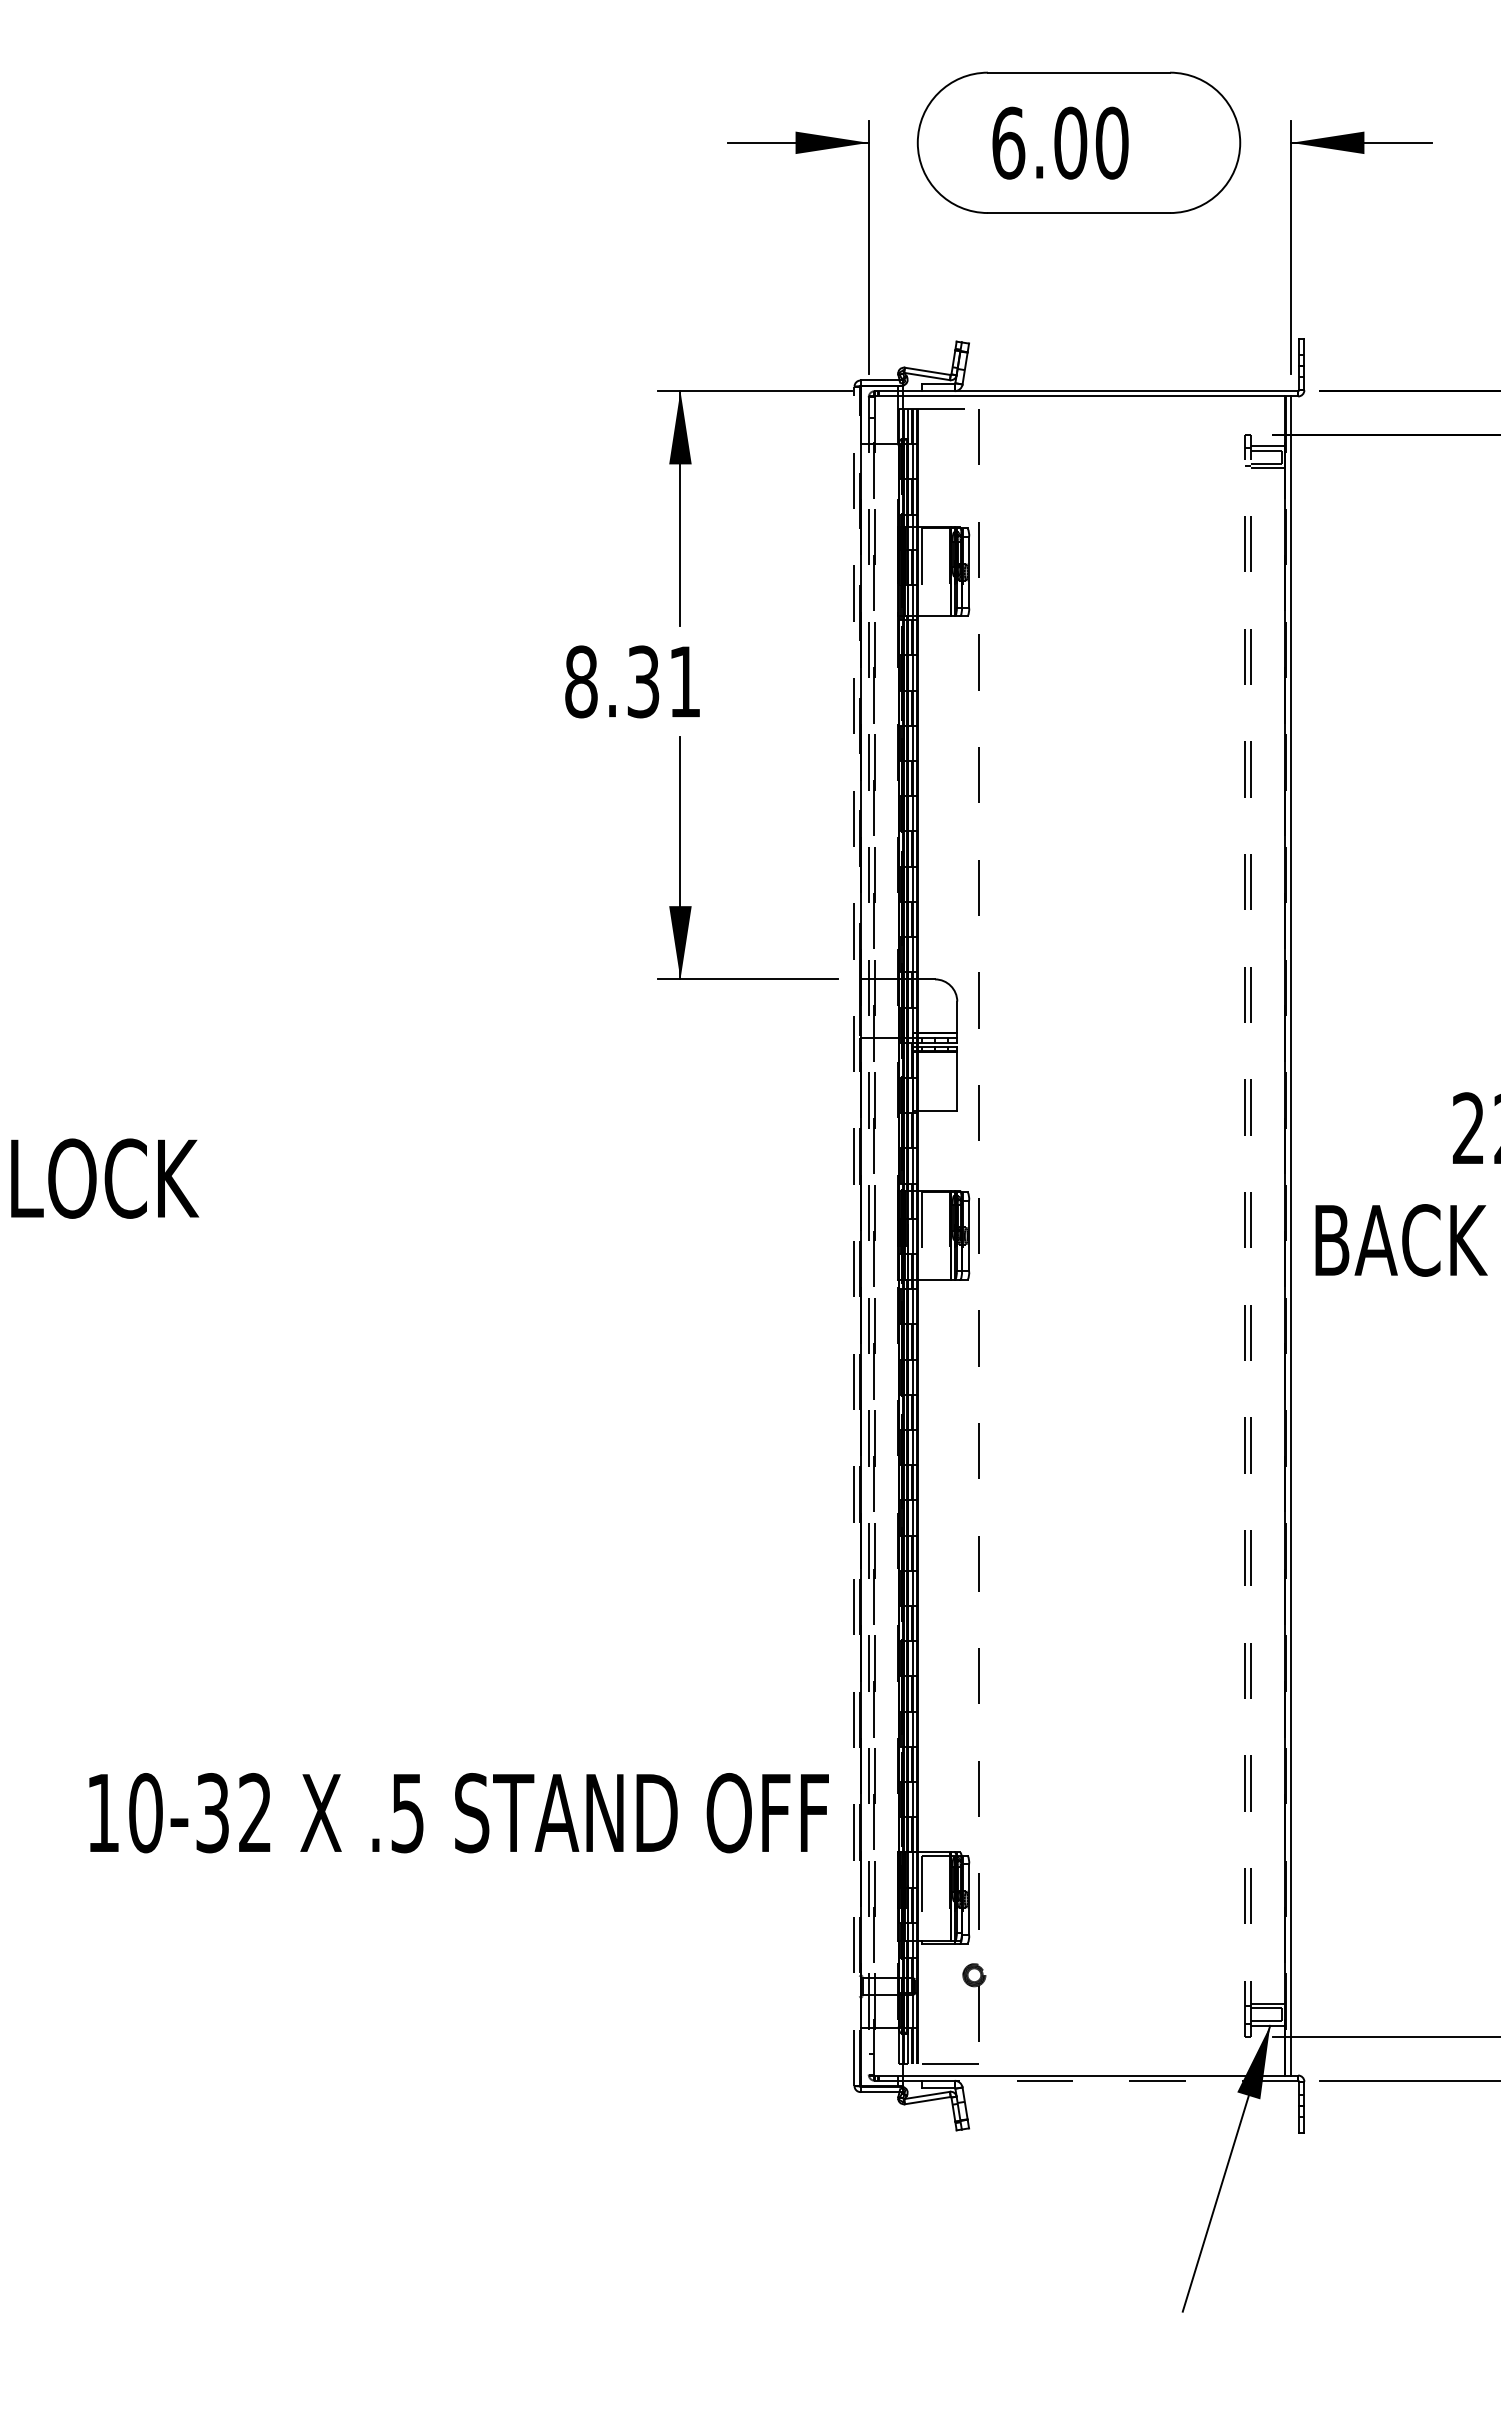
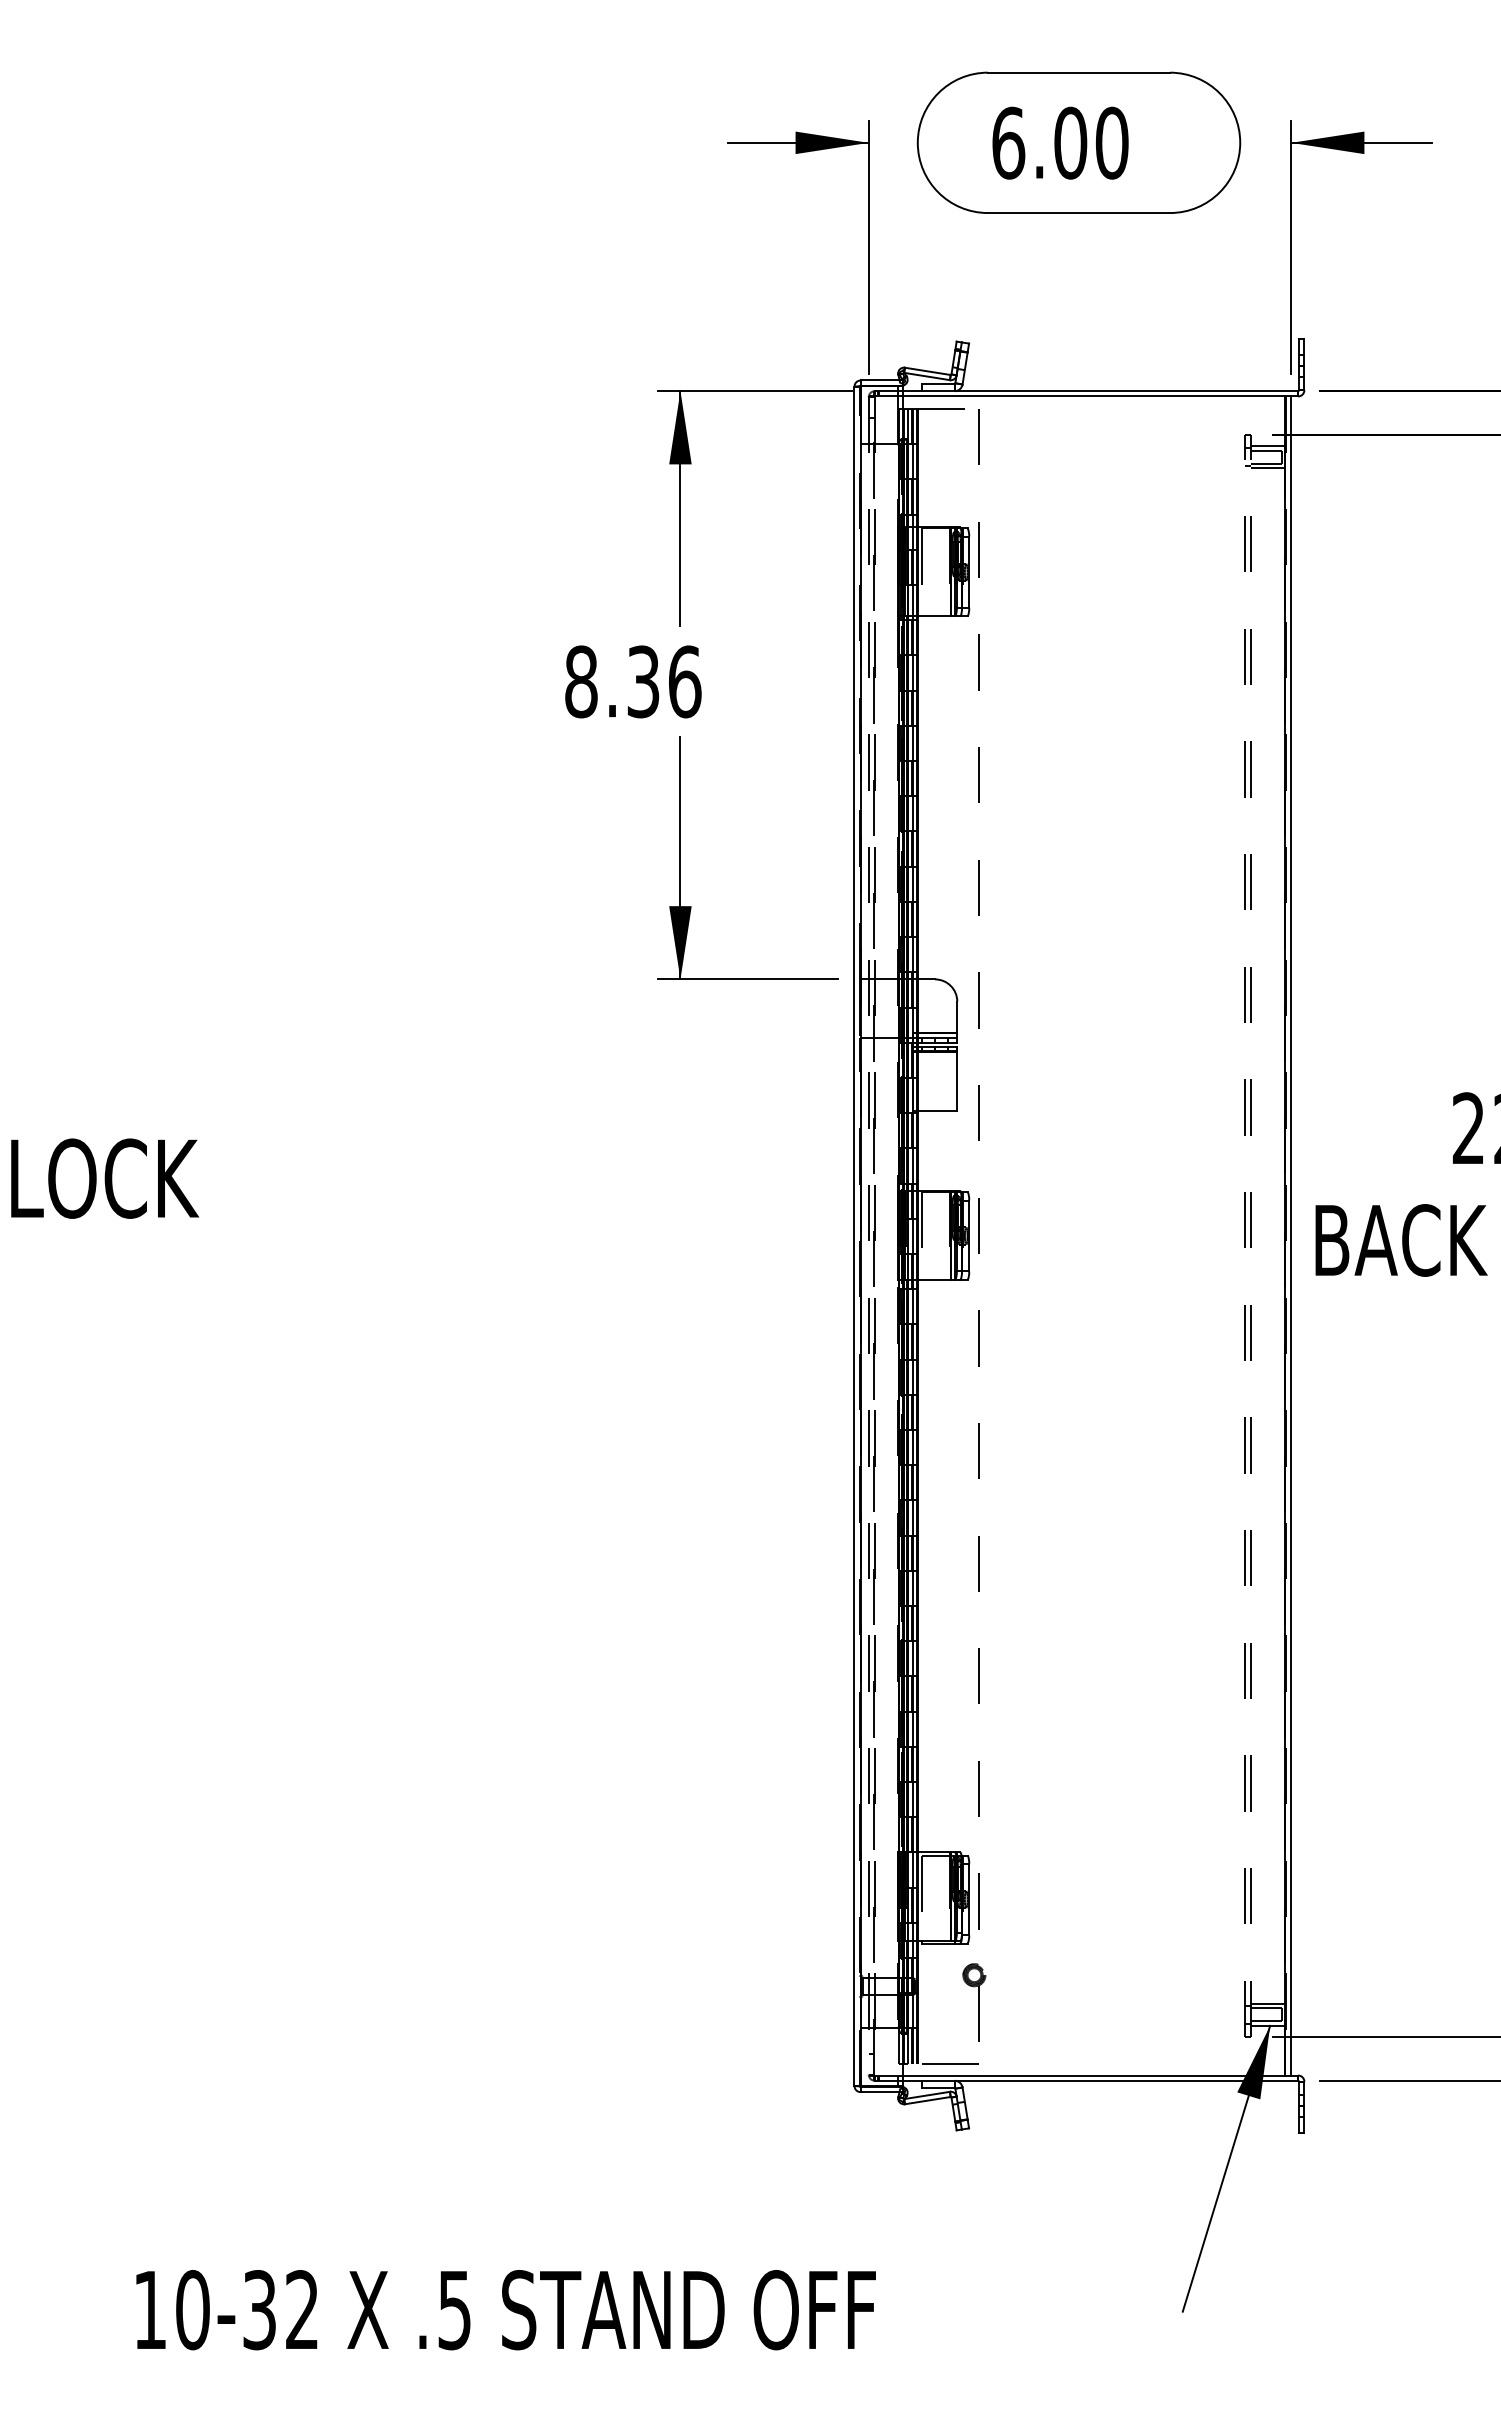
text at (685, 681): 8.31 -> 8.36
line at (854, 1236): dashed -> solid
text at (458, 1813) position: (458, 1813) -> (505, 2310)
line at (1100, 2080): dashed -> solid
